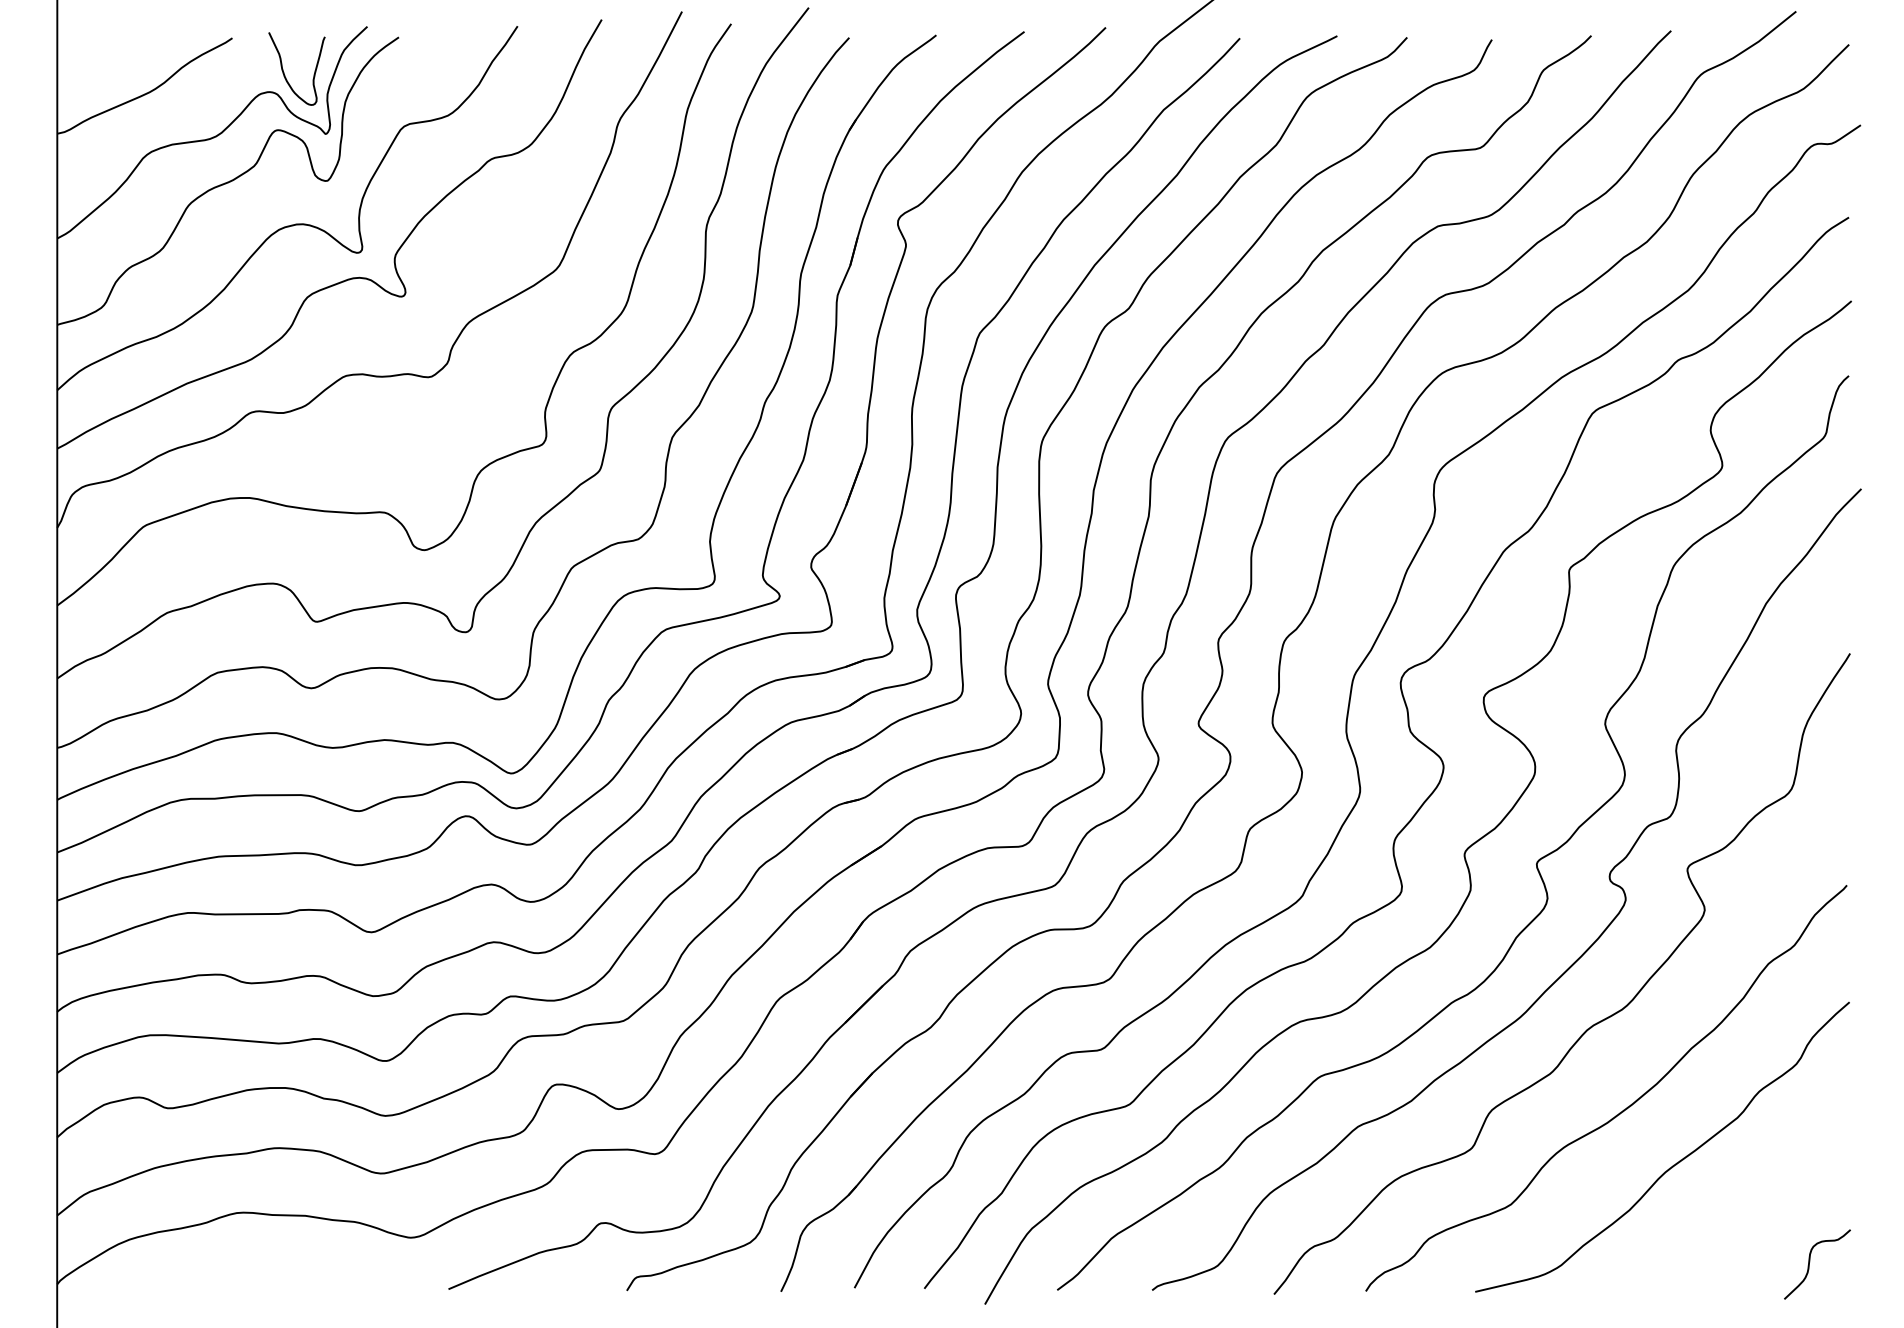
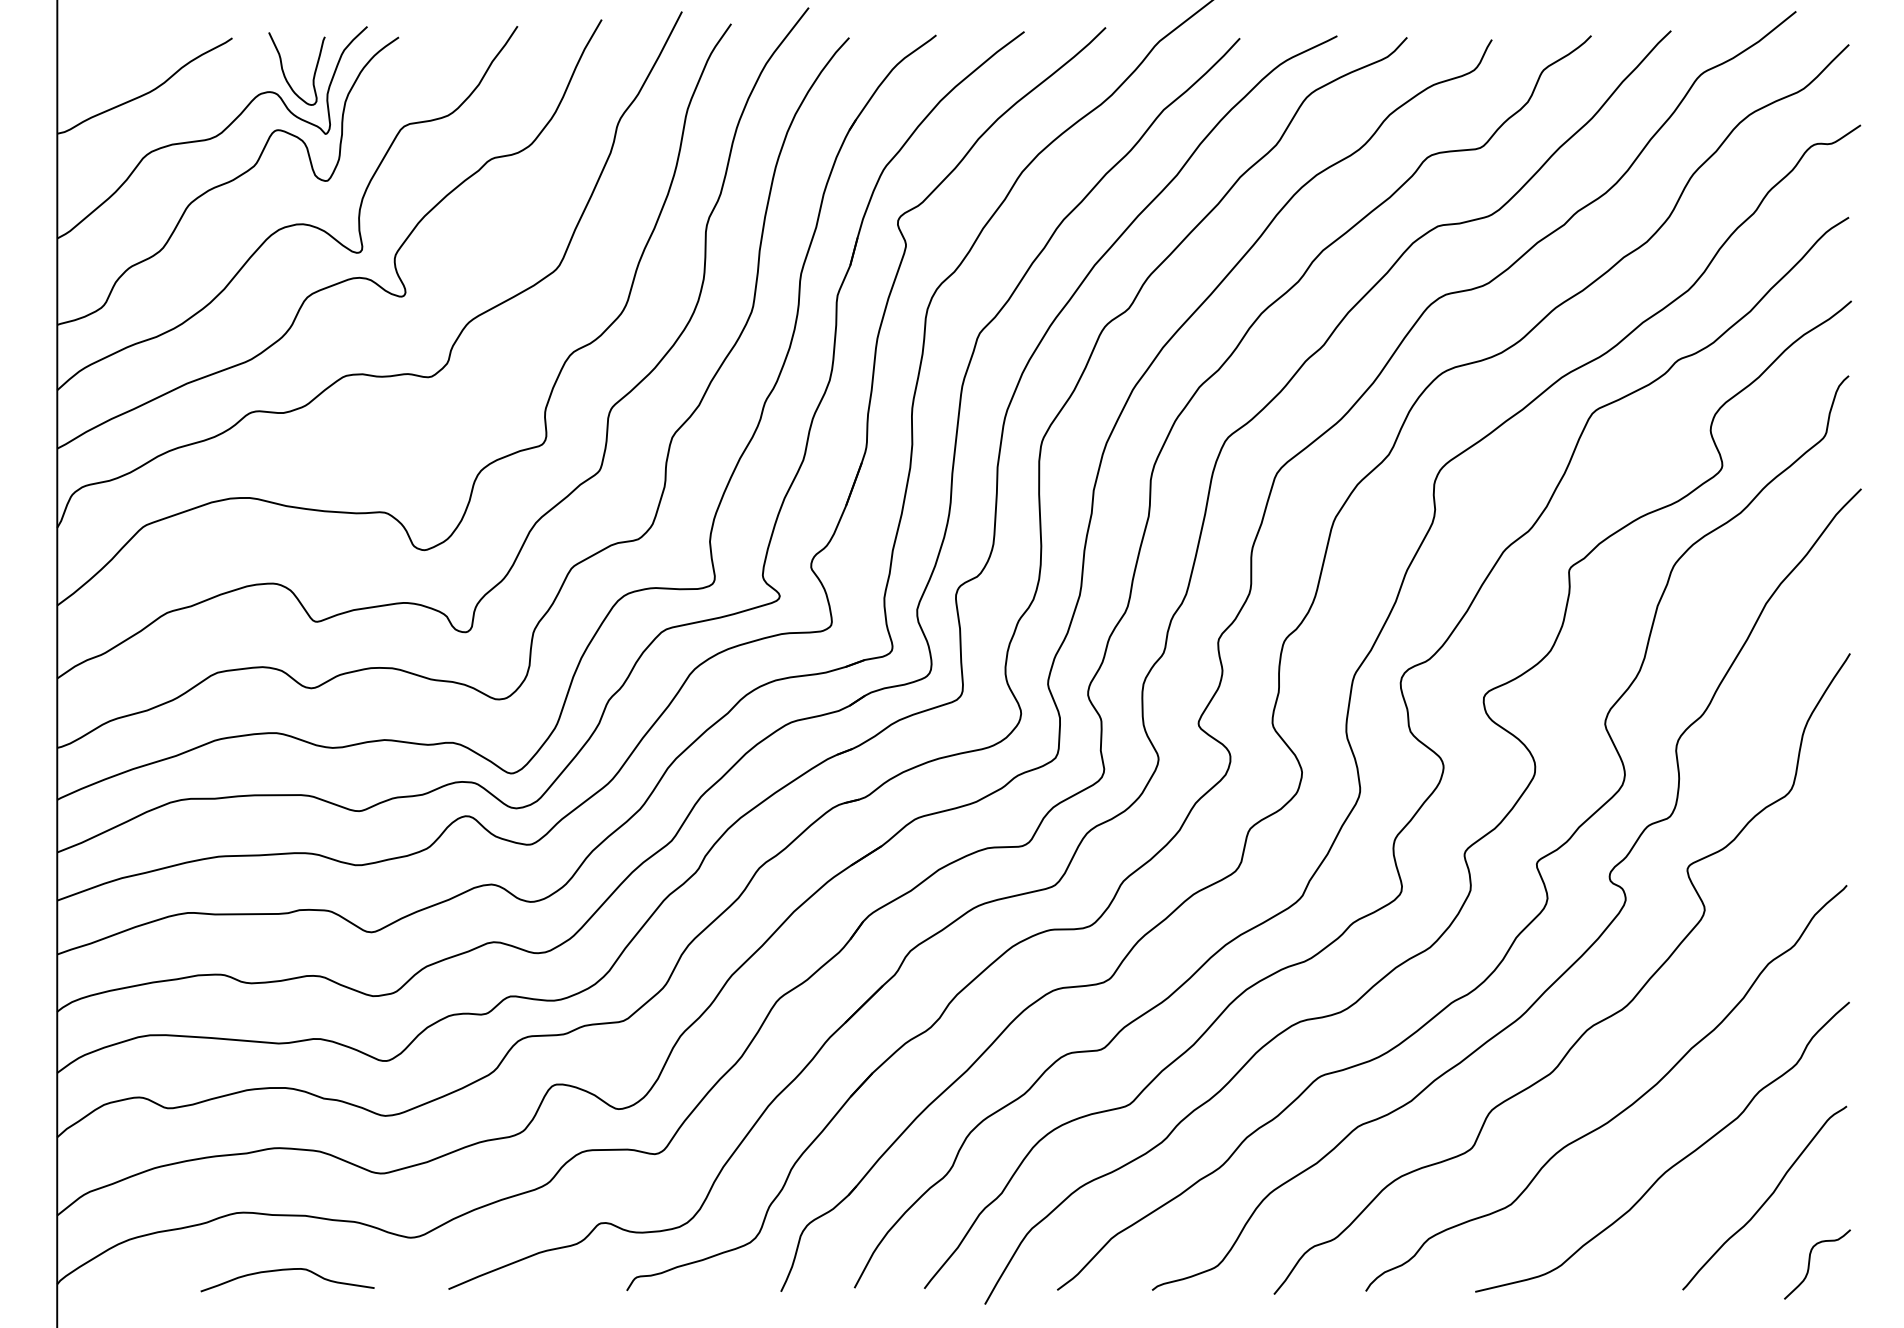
curve at (1766, 1199): none -> present
curve at (287, 1270): none -> present
